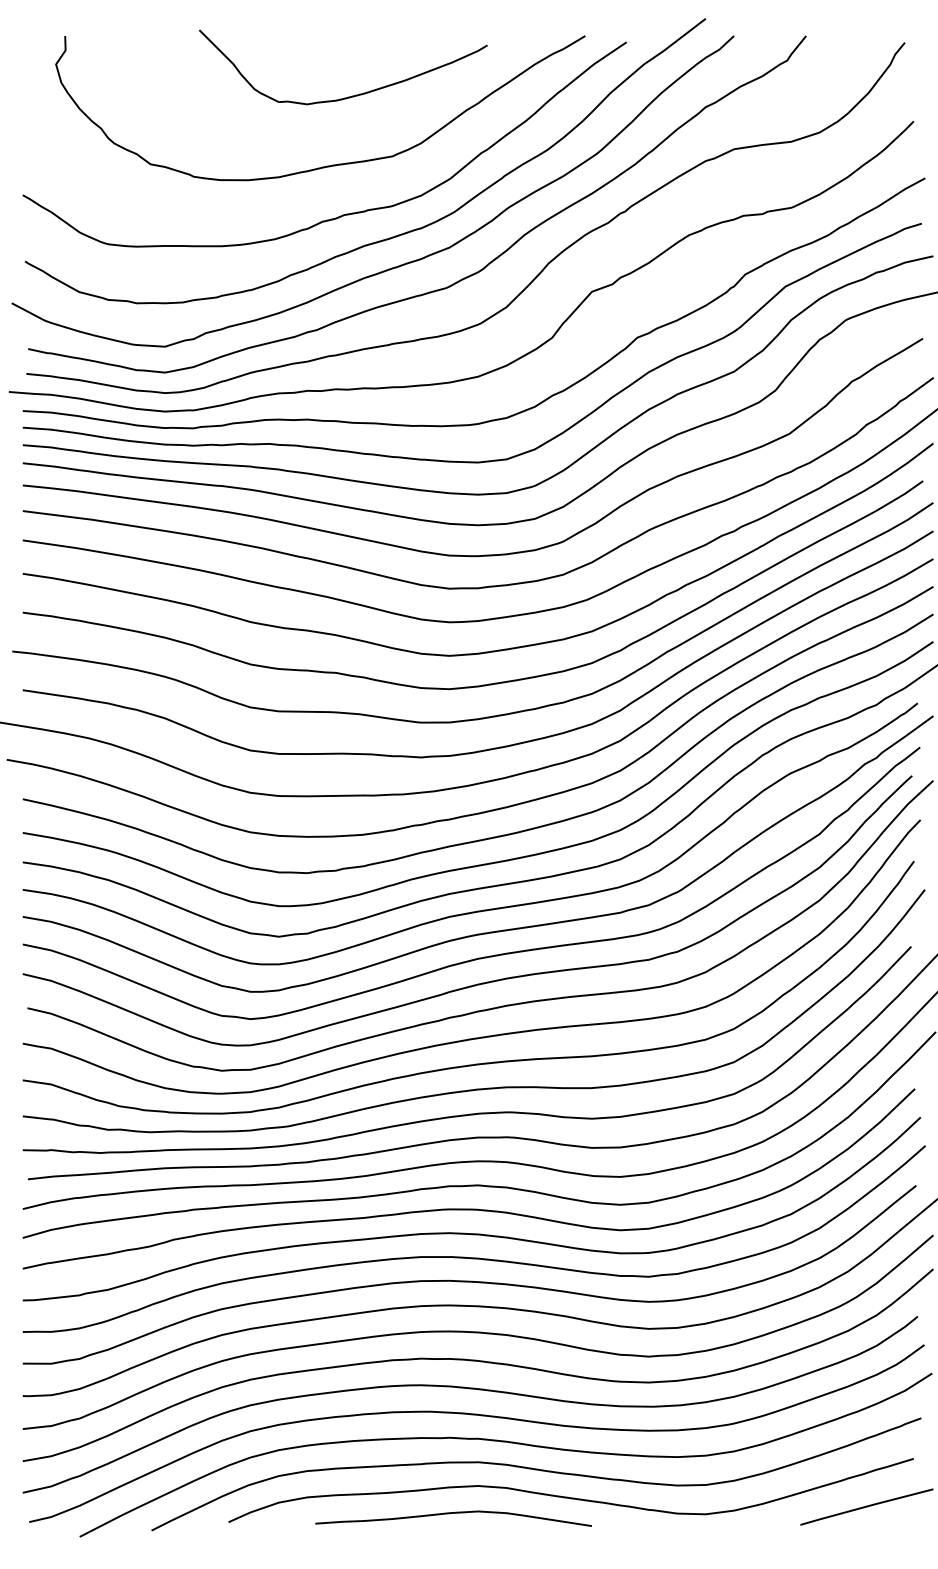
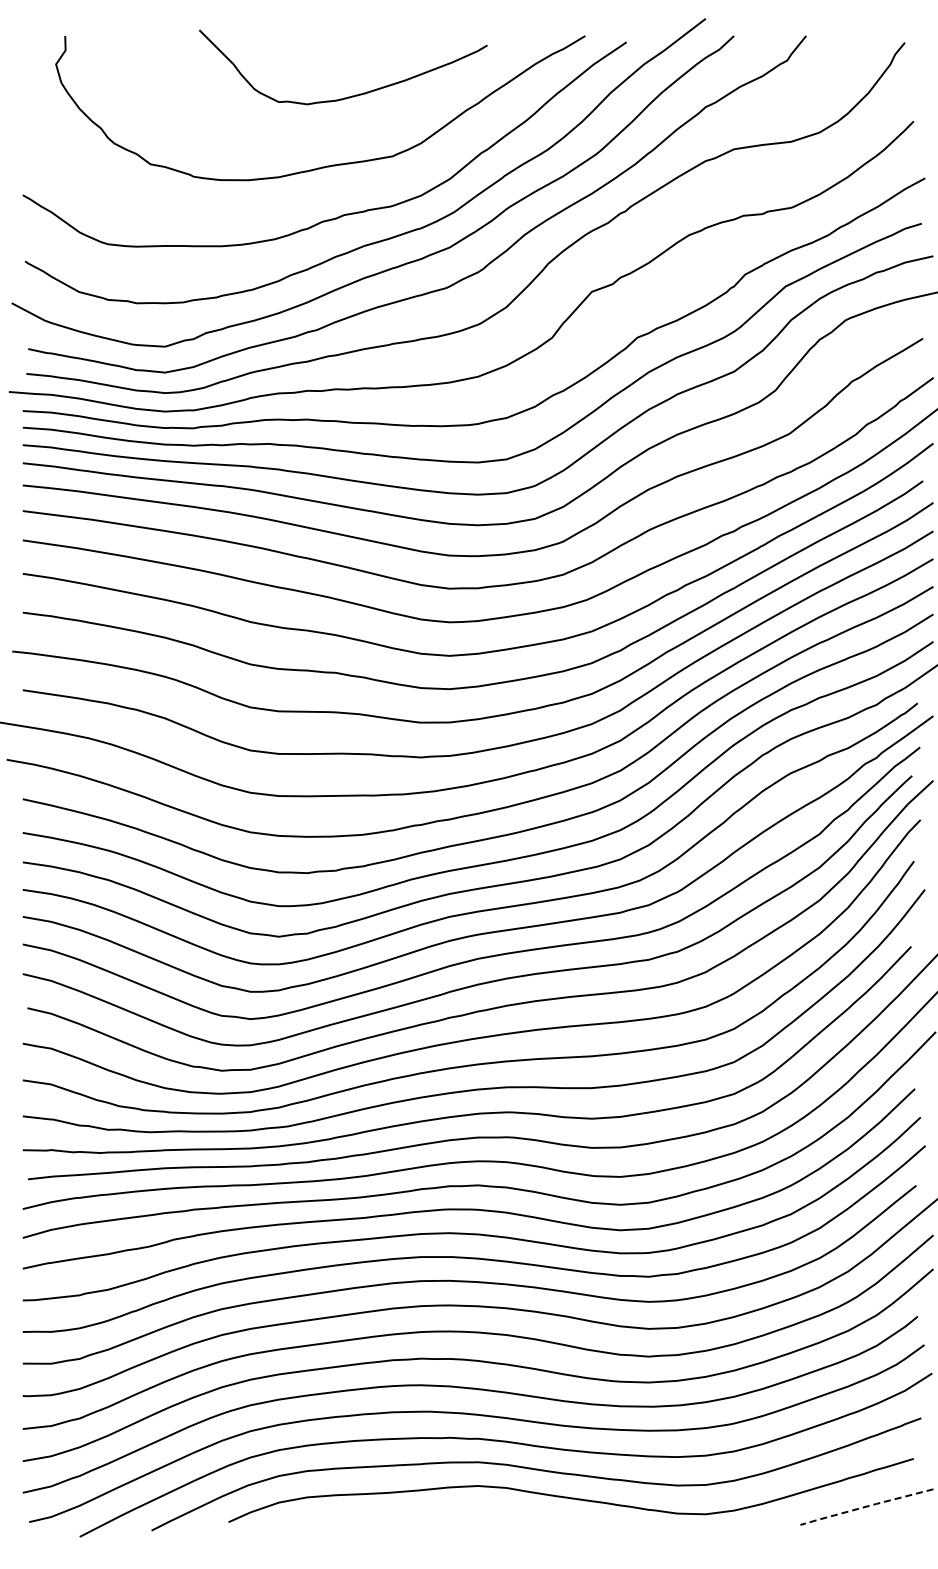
line at (866, 1506): solid -> dashed
curve at (453, 1513): present -> none
